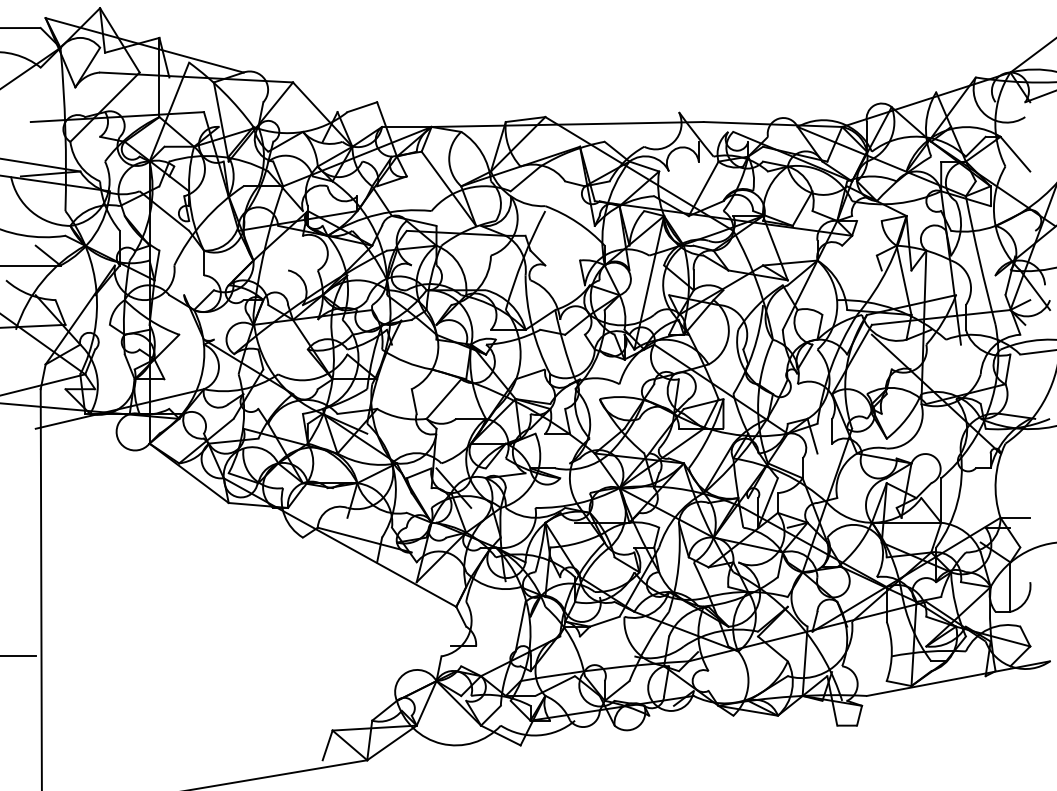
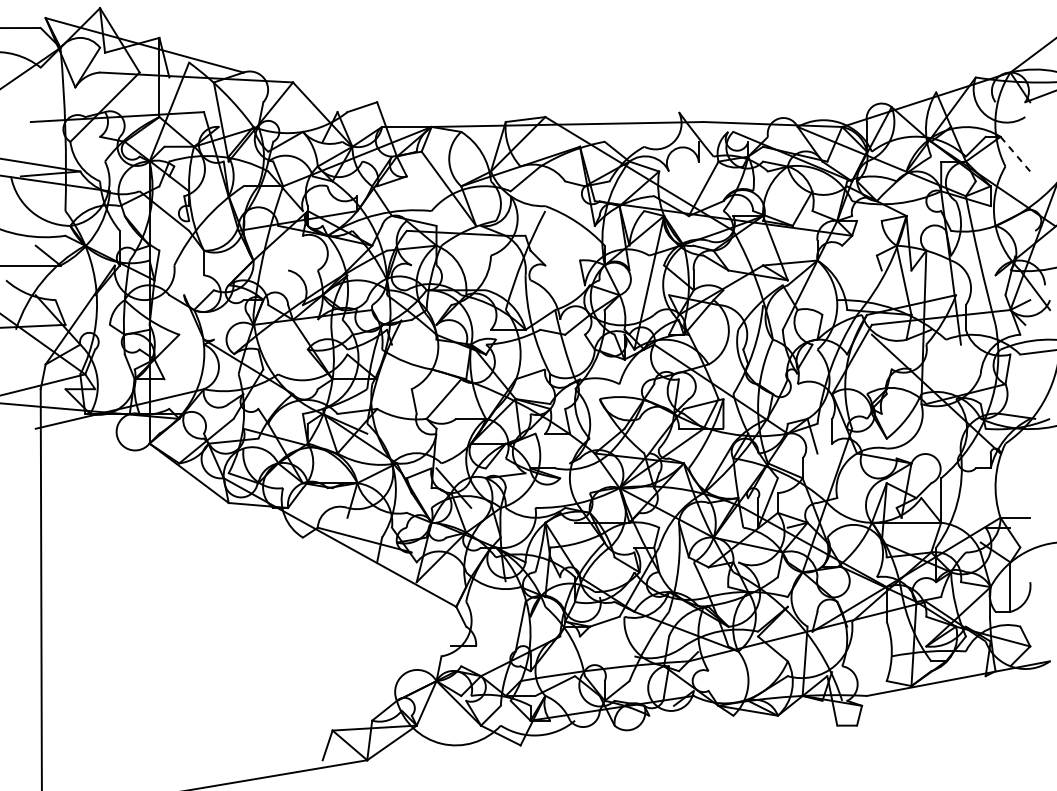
line at (1015, 154): solid -> dashed
line at (18, 656): present -> none
